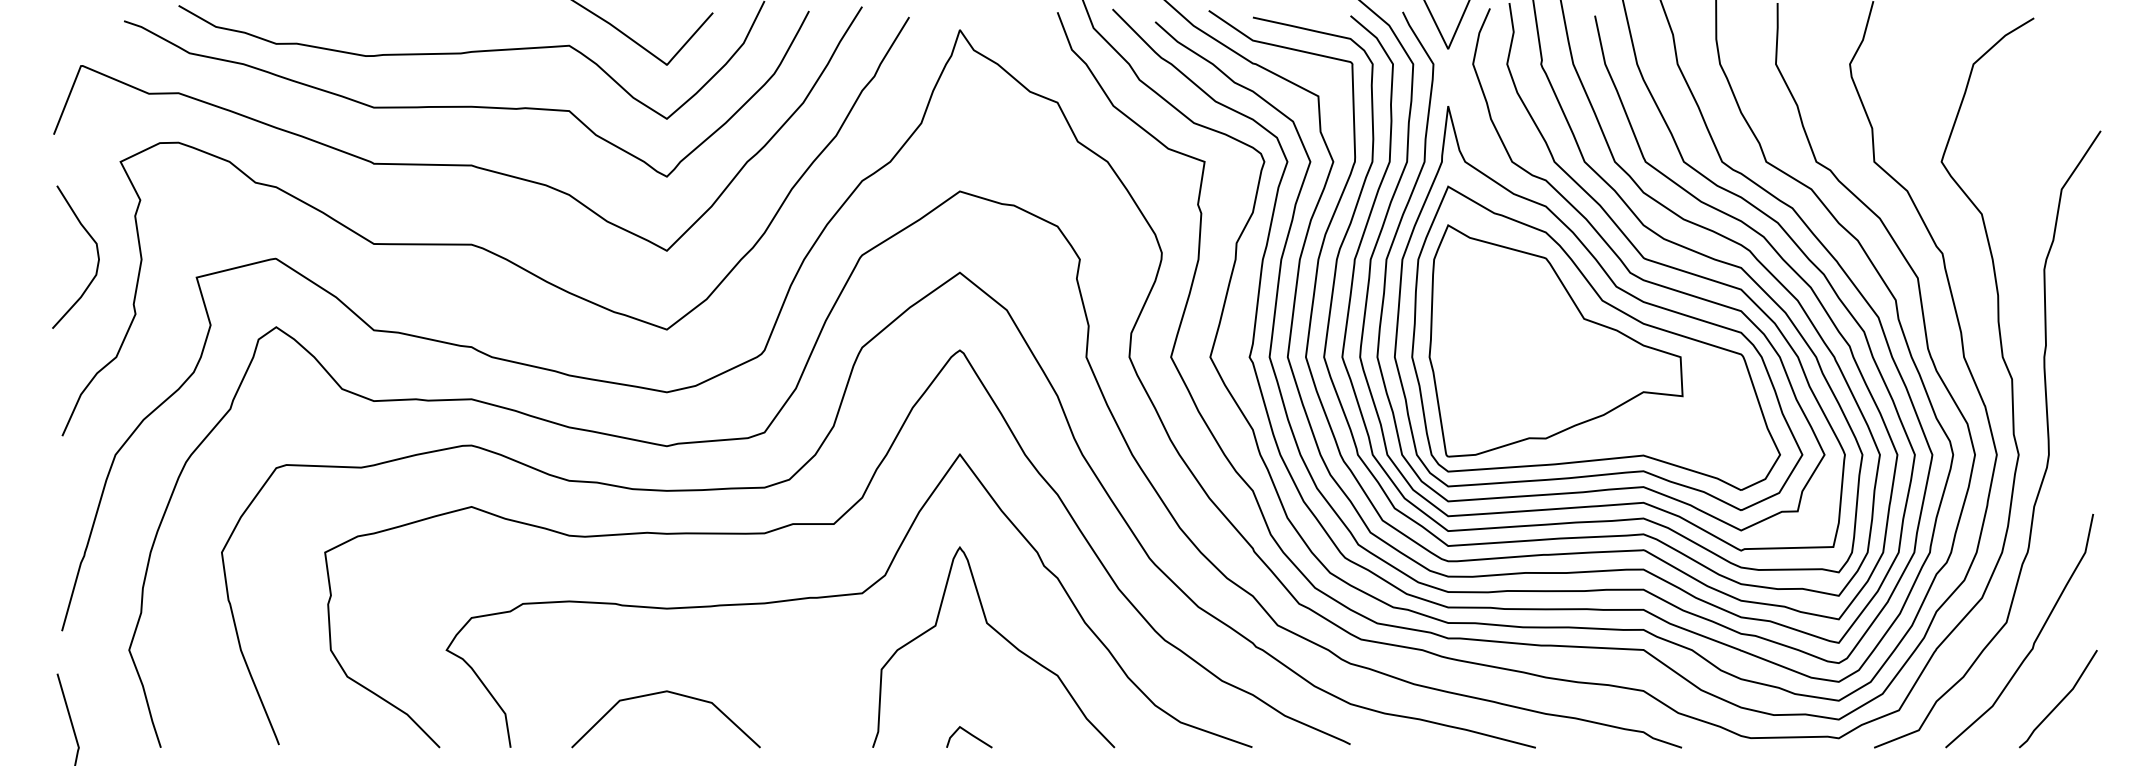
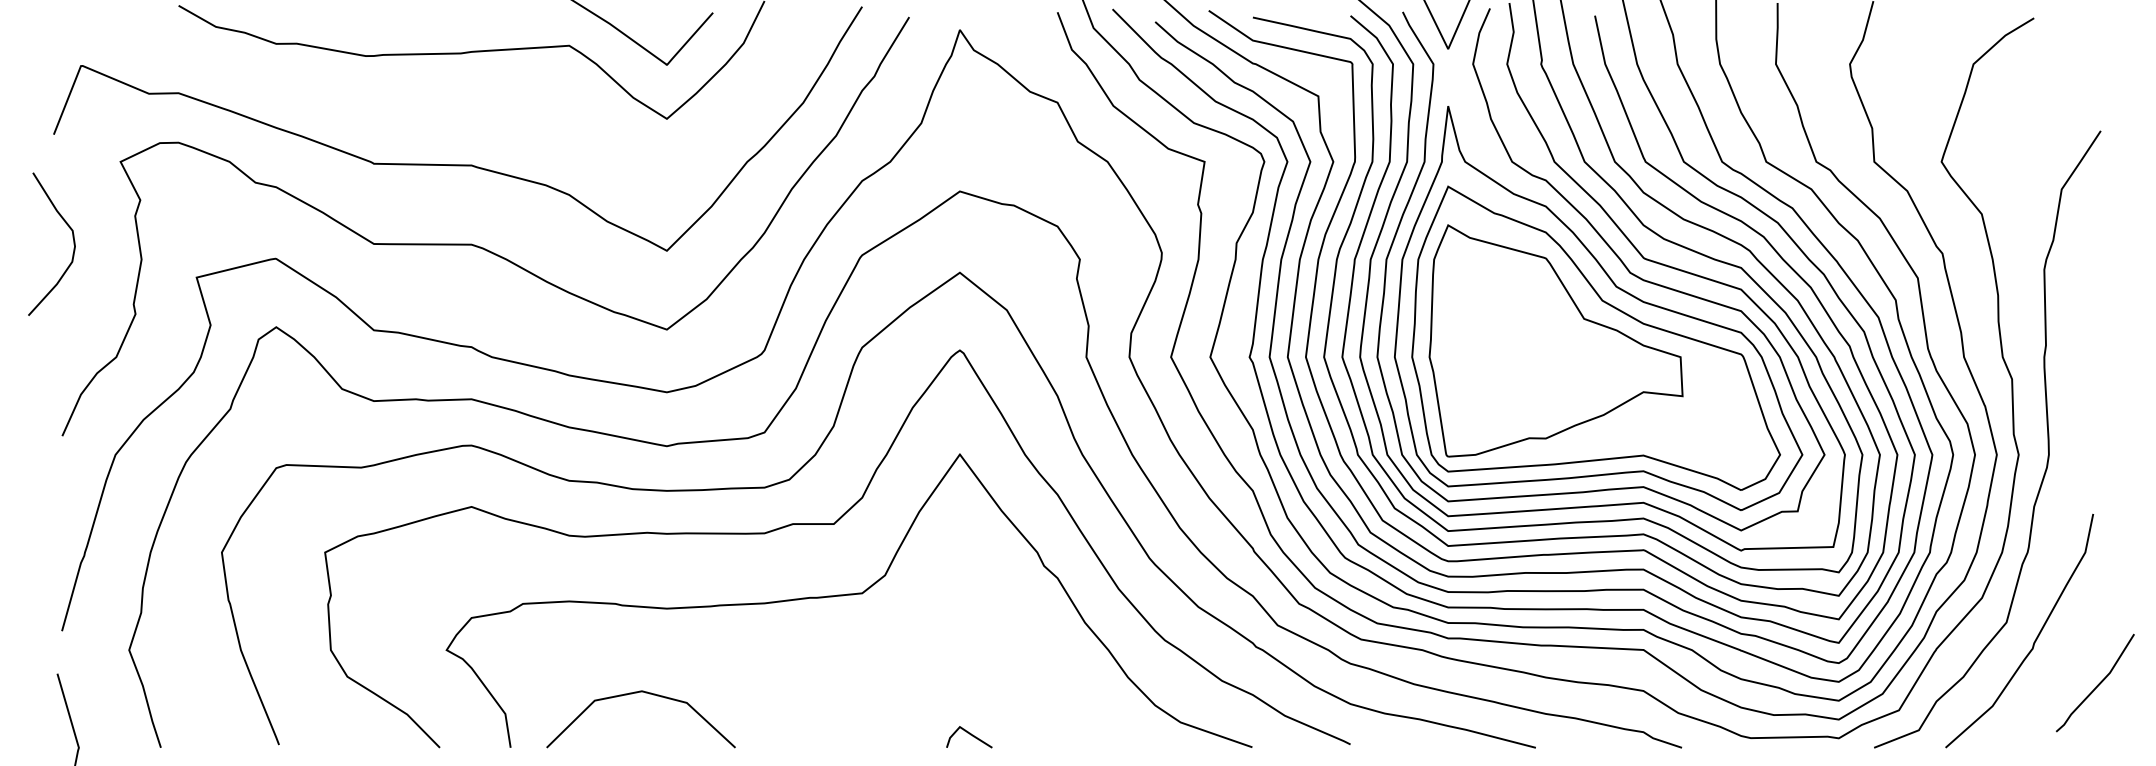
curve at (466, 105): present -> none
curve at (96, 250) position: (96, 250) -> (72, 237)
curve at (1002, 637): present -> none
line at (662, 693) position: (662, 693) -> (637, 693)
line at (2060, 700) position: (2060, 700) -> (2097, 684)
